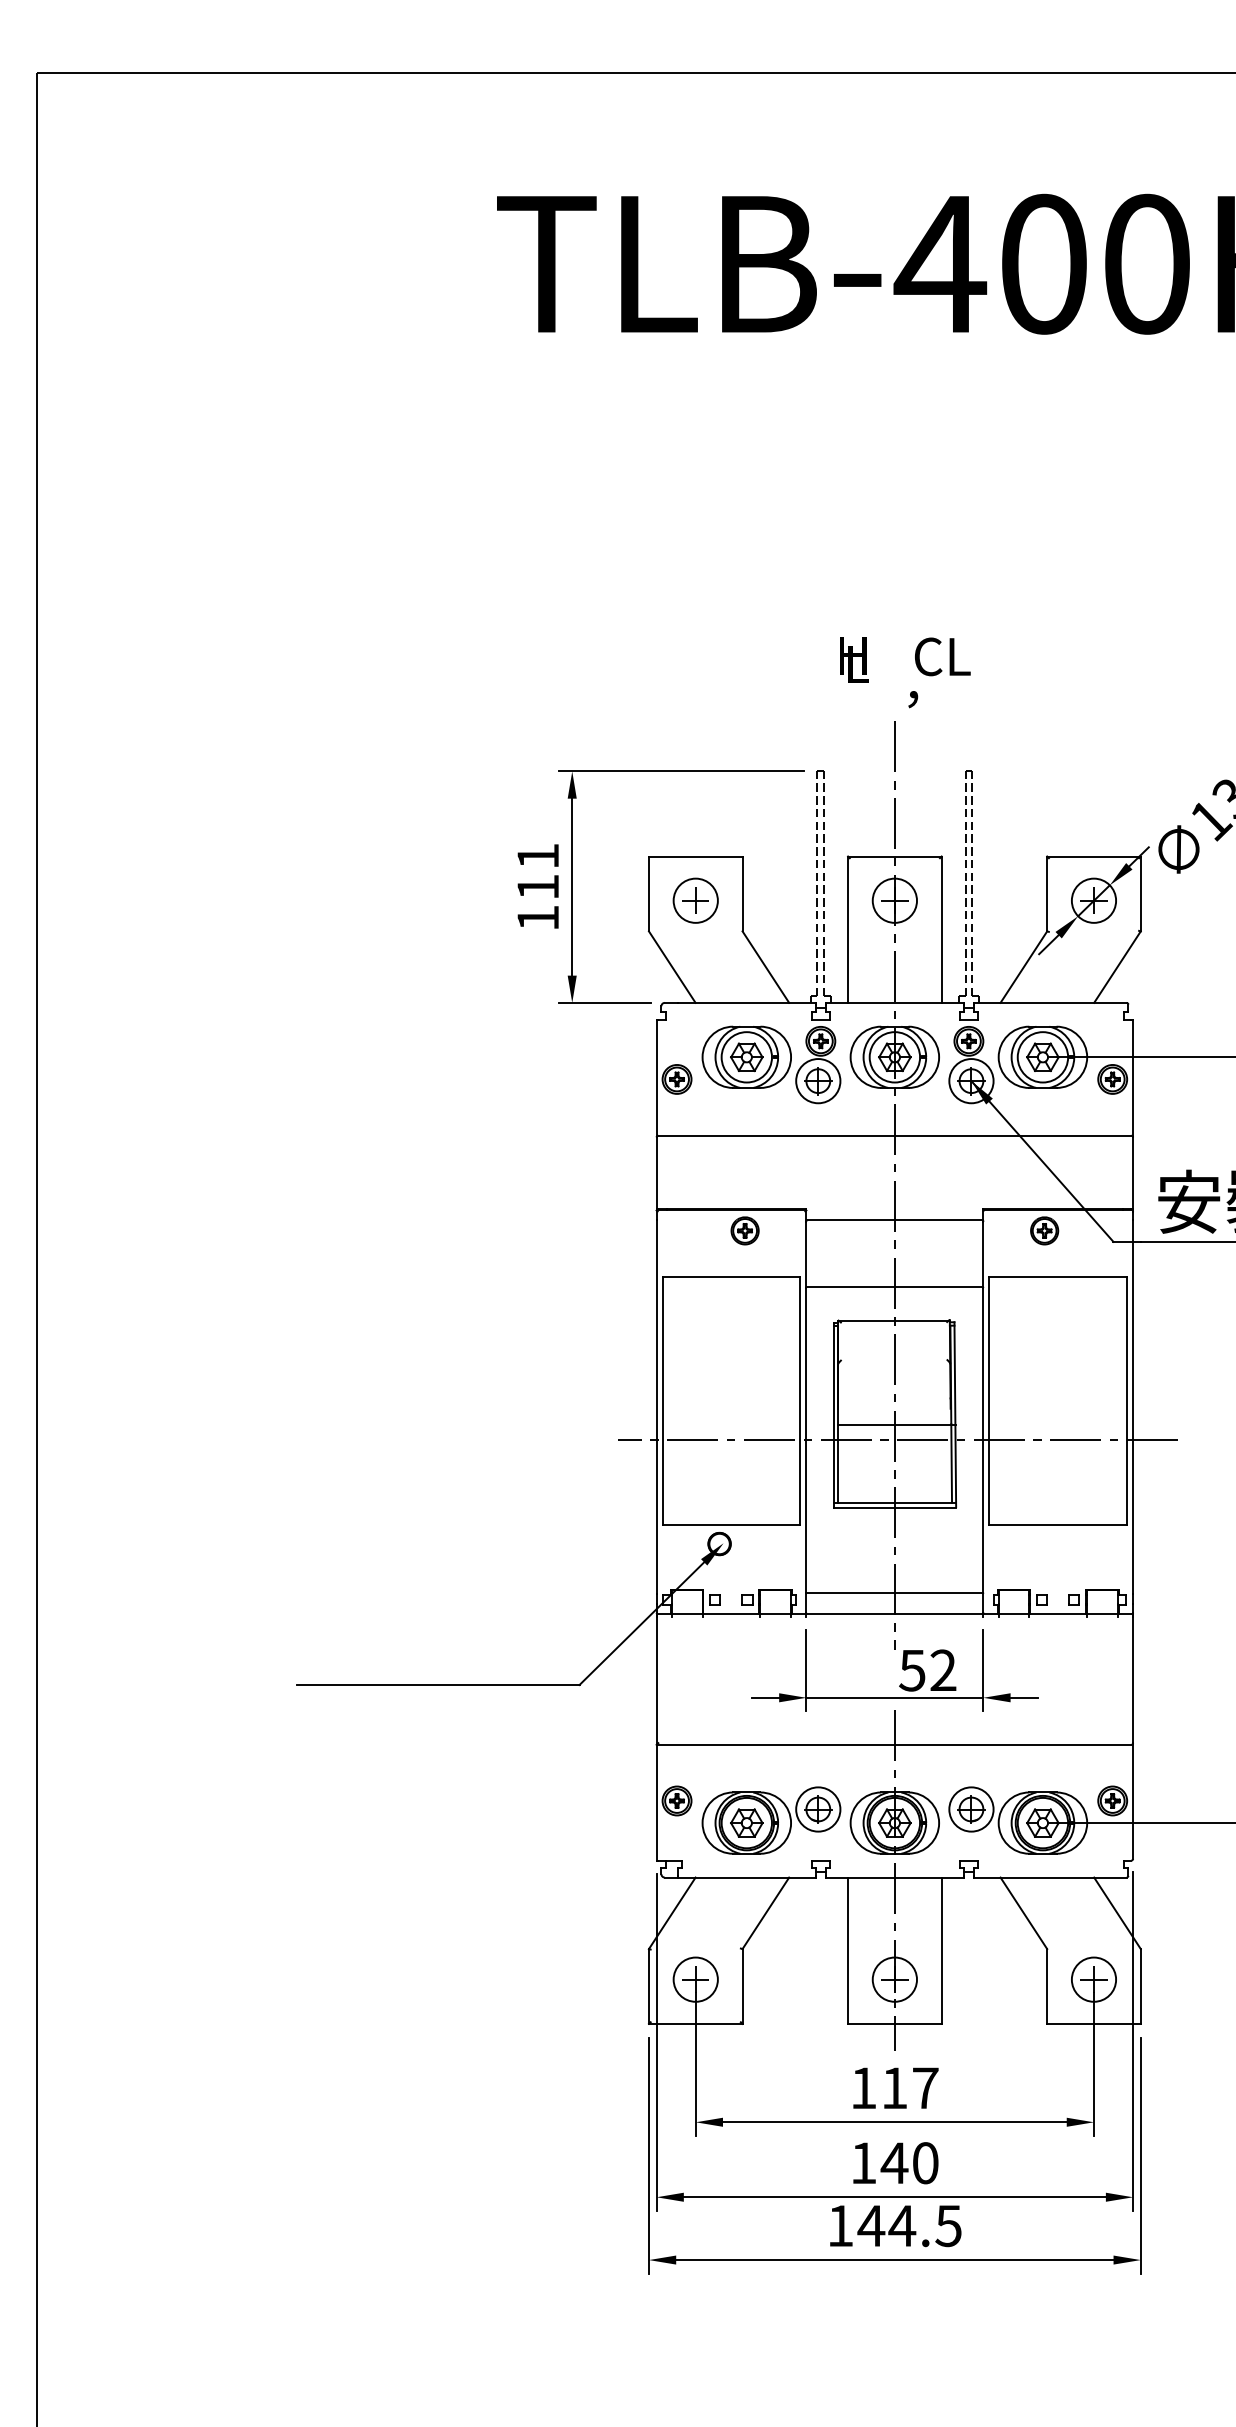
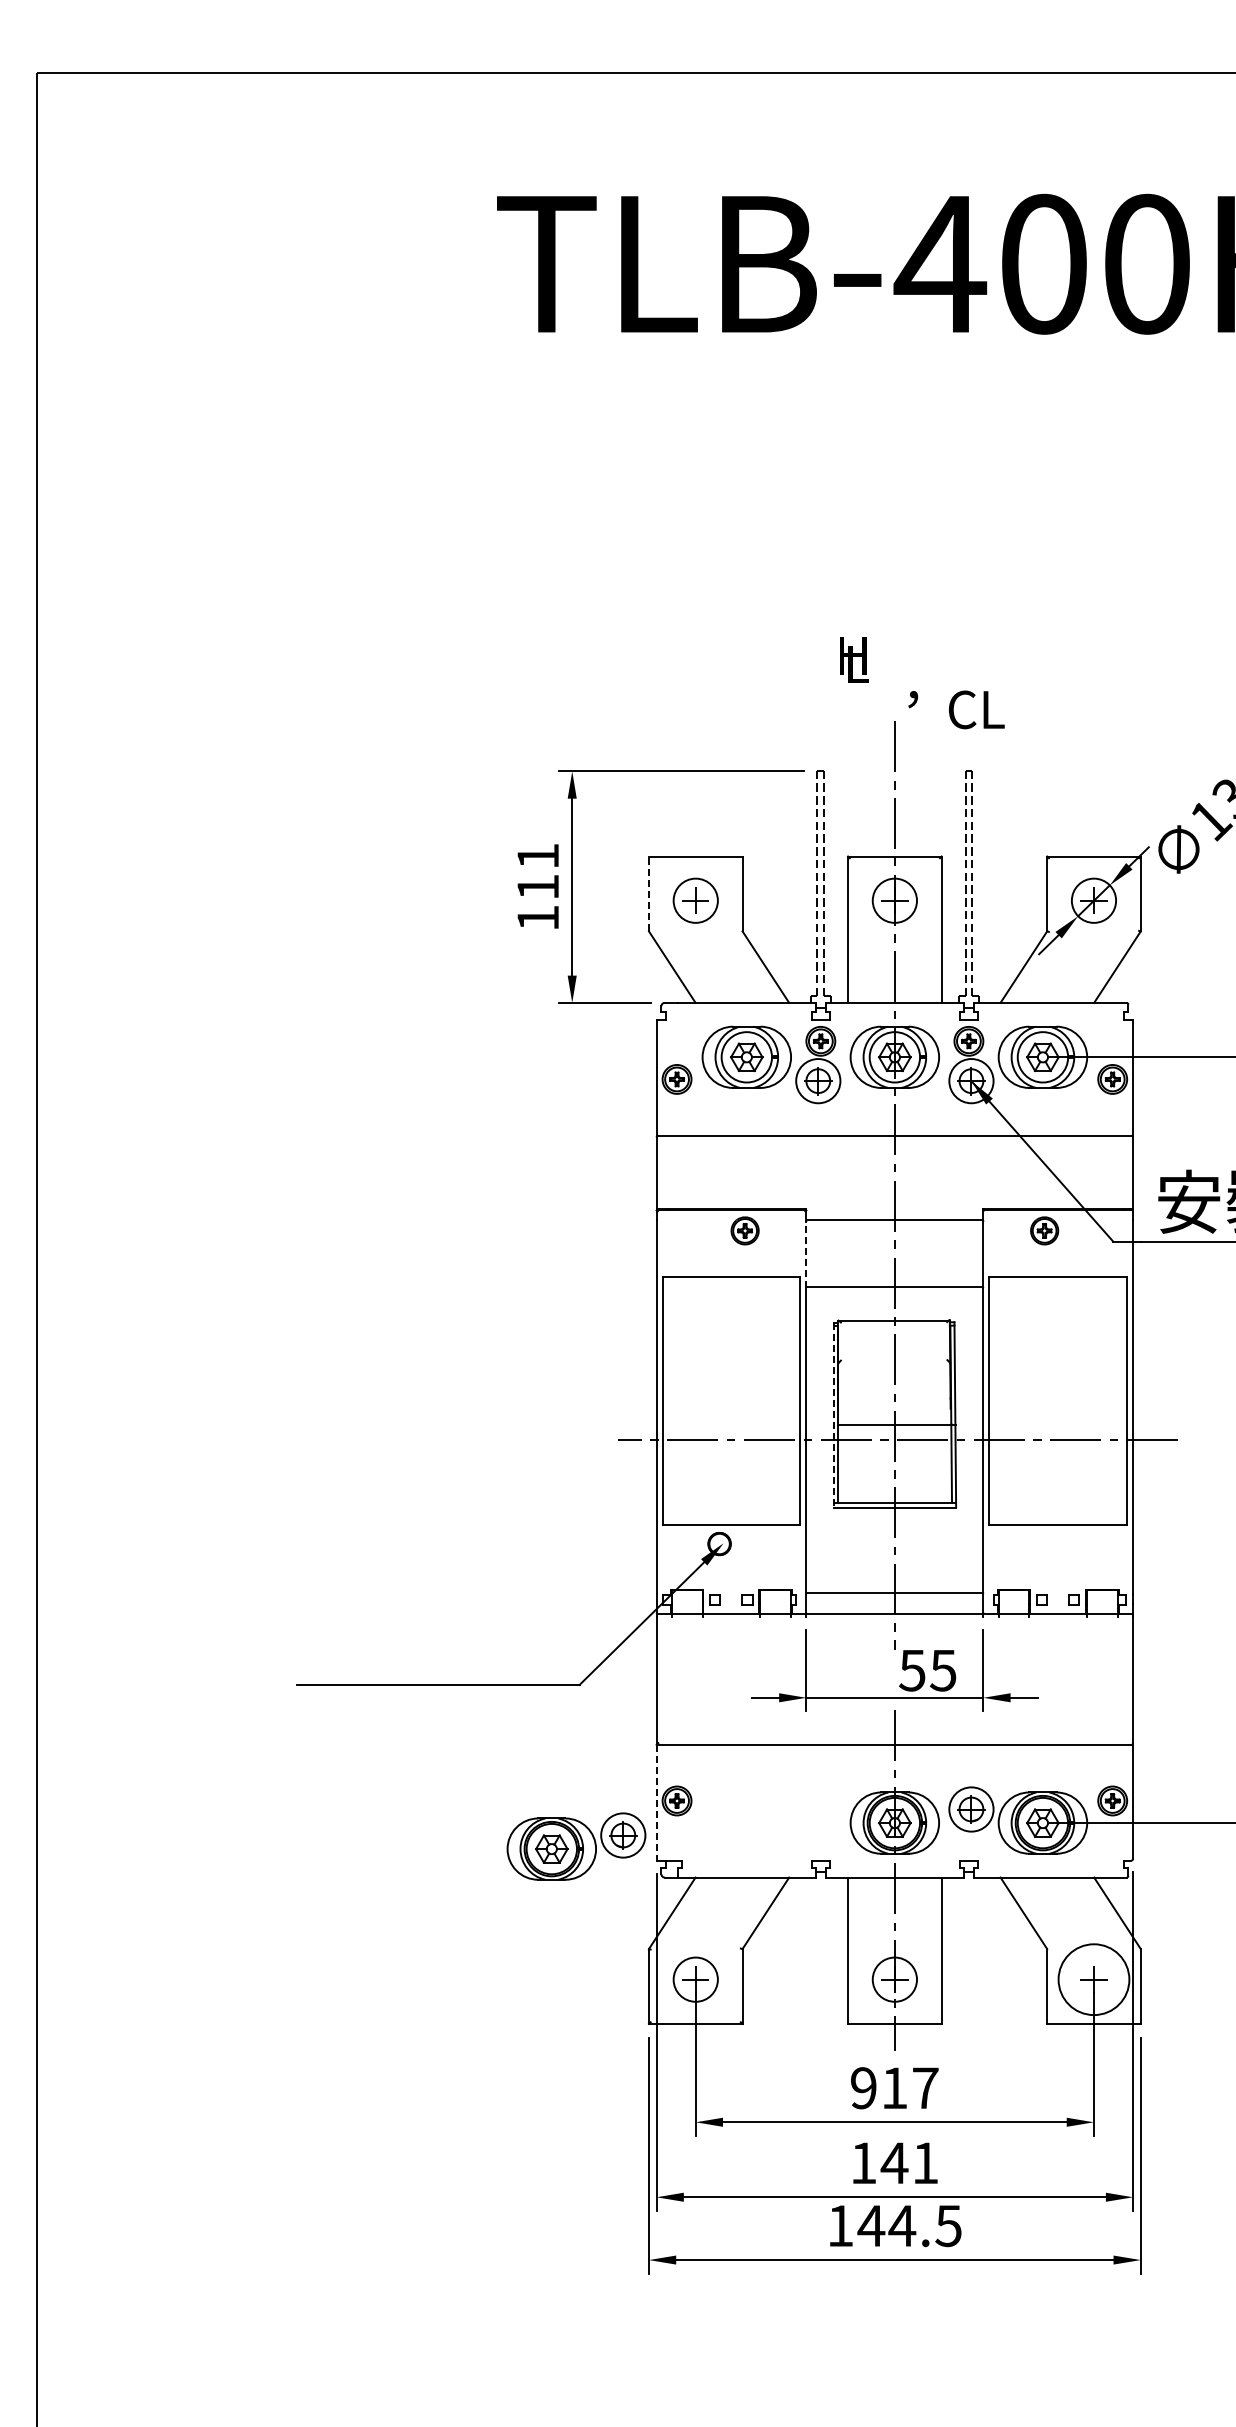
text at (942, 656) position: (942, 656) -> (976, 709)
line at (648, 893): solid -> dashed
line at (806, 1254): solid -> dashed
line at (833, 1415): solid -> dashed
text at (942, 1670): 52 -> 55
line at (656, 1802): solid -> dashed
part at (771, 1820) position: (771, 1820) -> (576, 1846)
circle at (1093, 1979) diameter: 44 px -> 71 px
text at (863, 2088): 117 -> 917
text at (925, 2163): 140 -> 141
